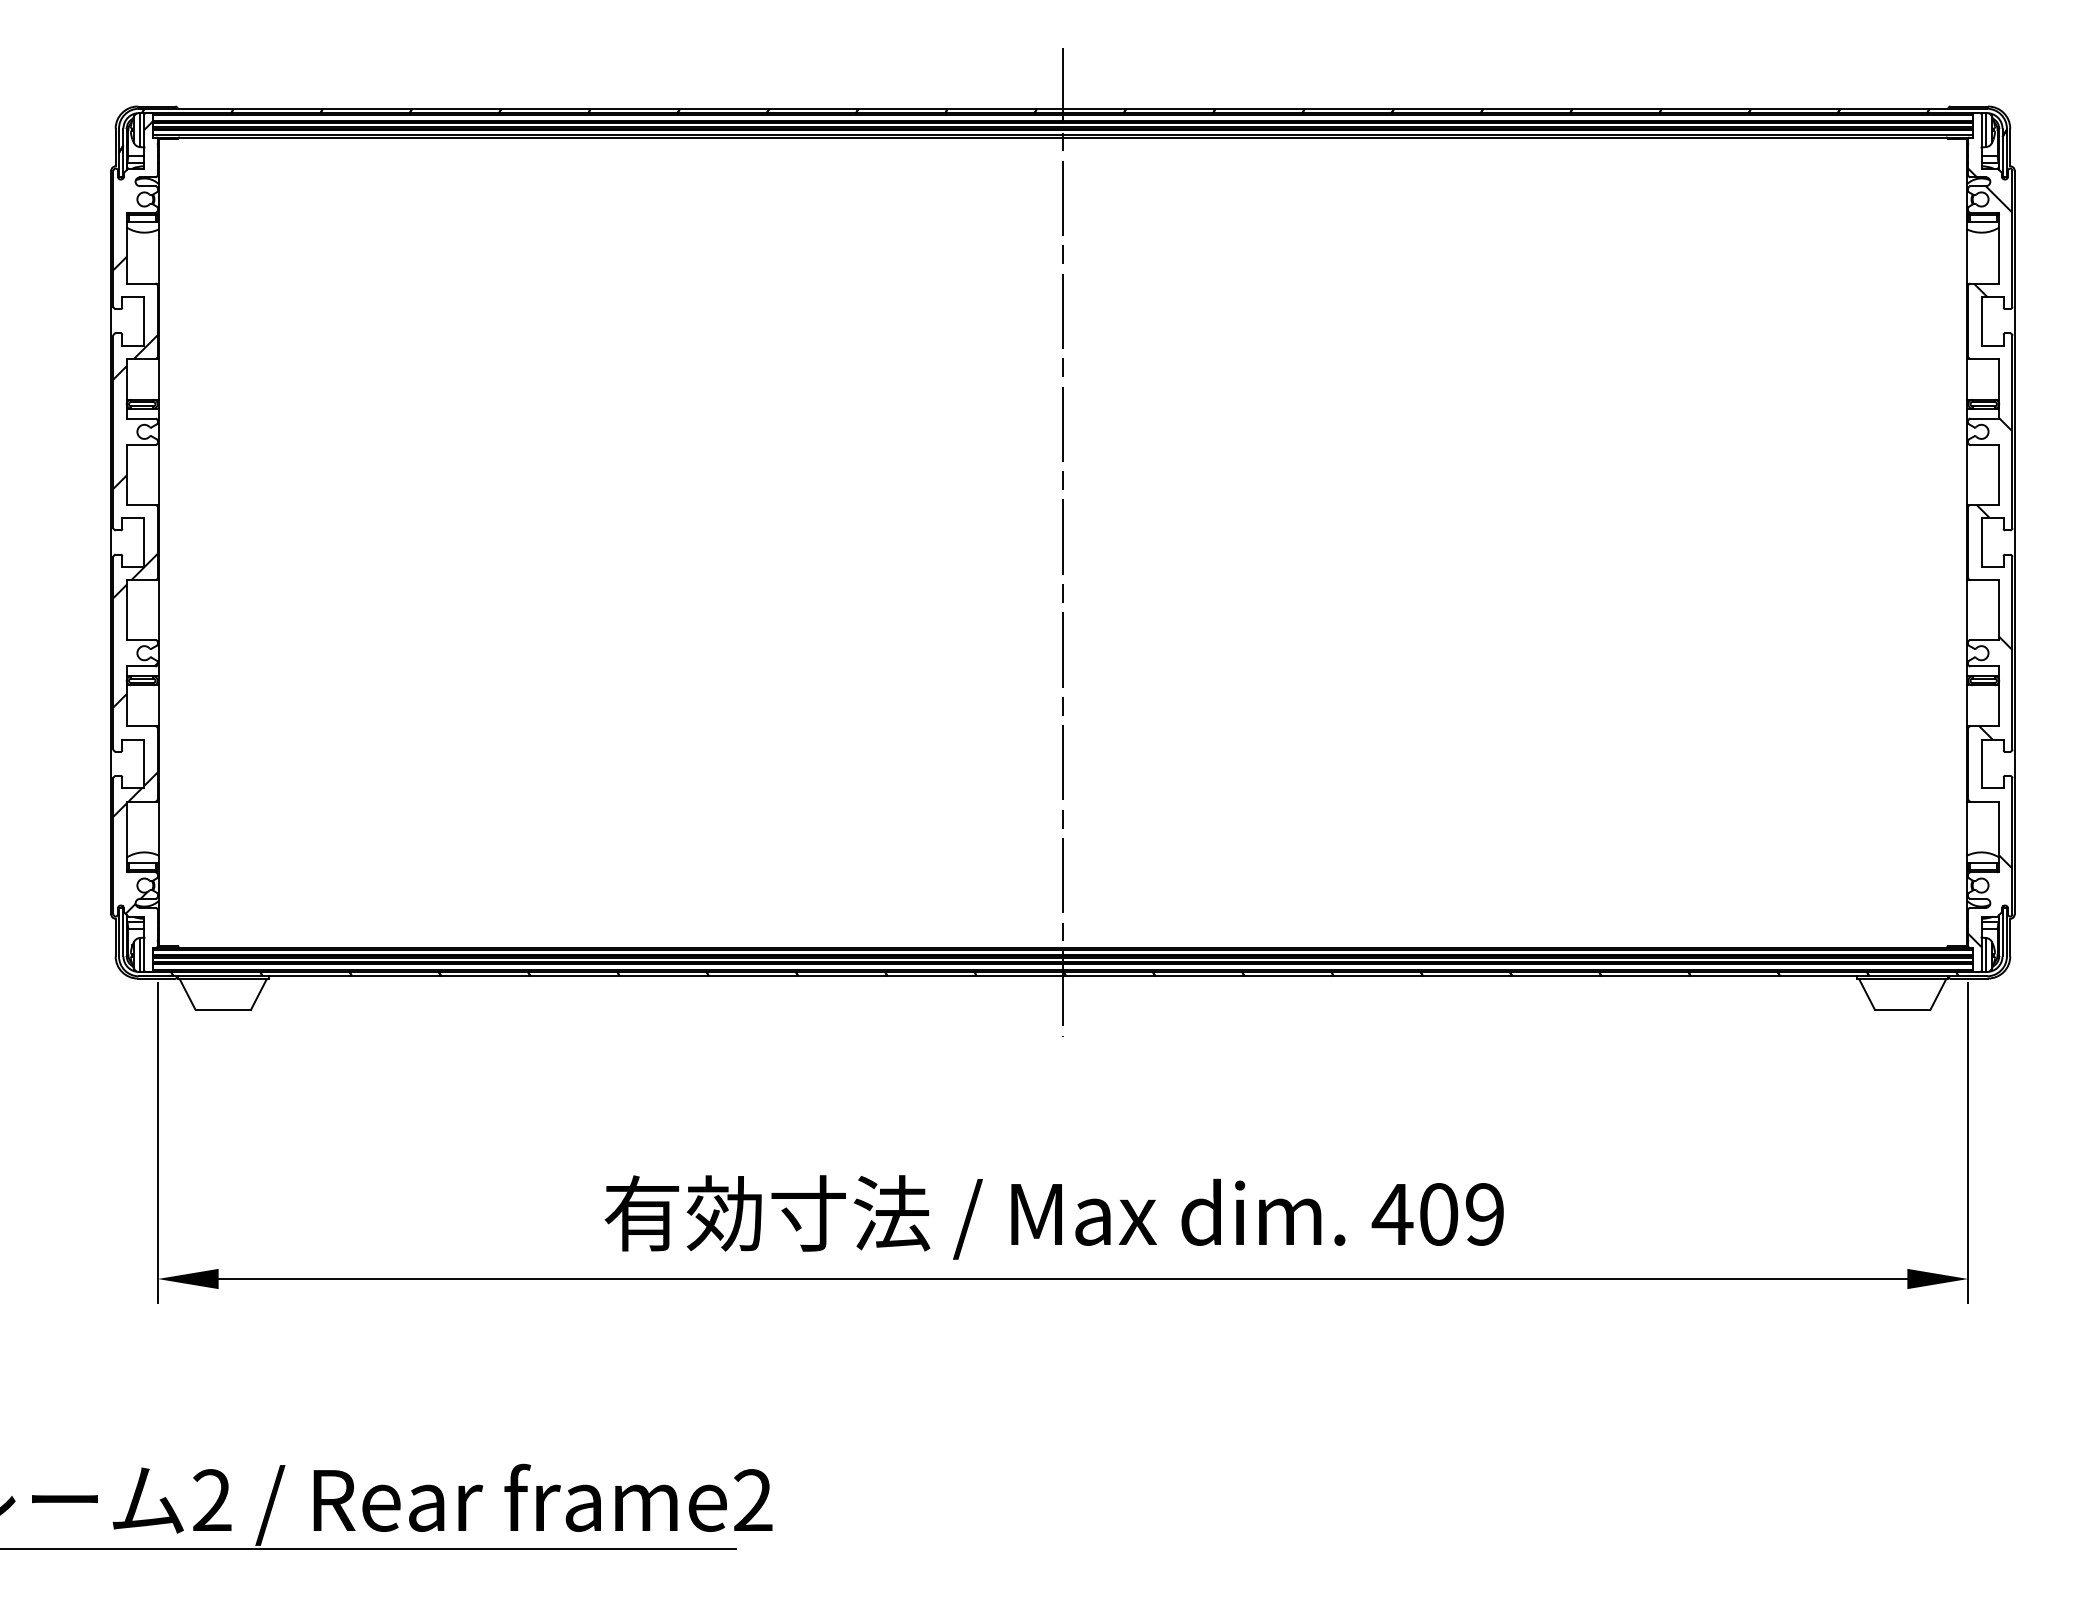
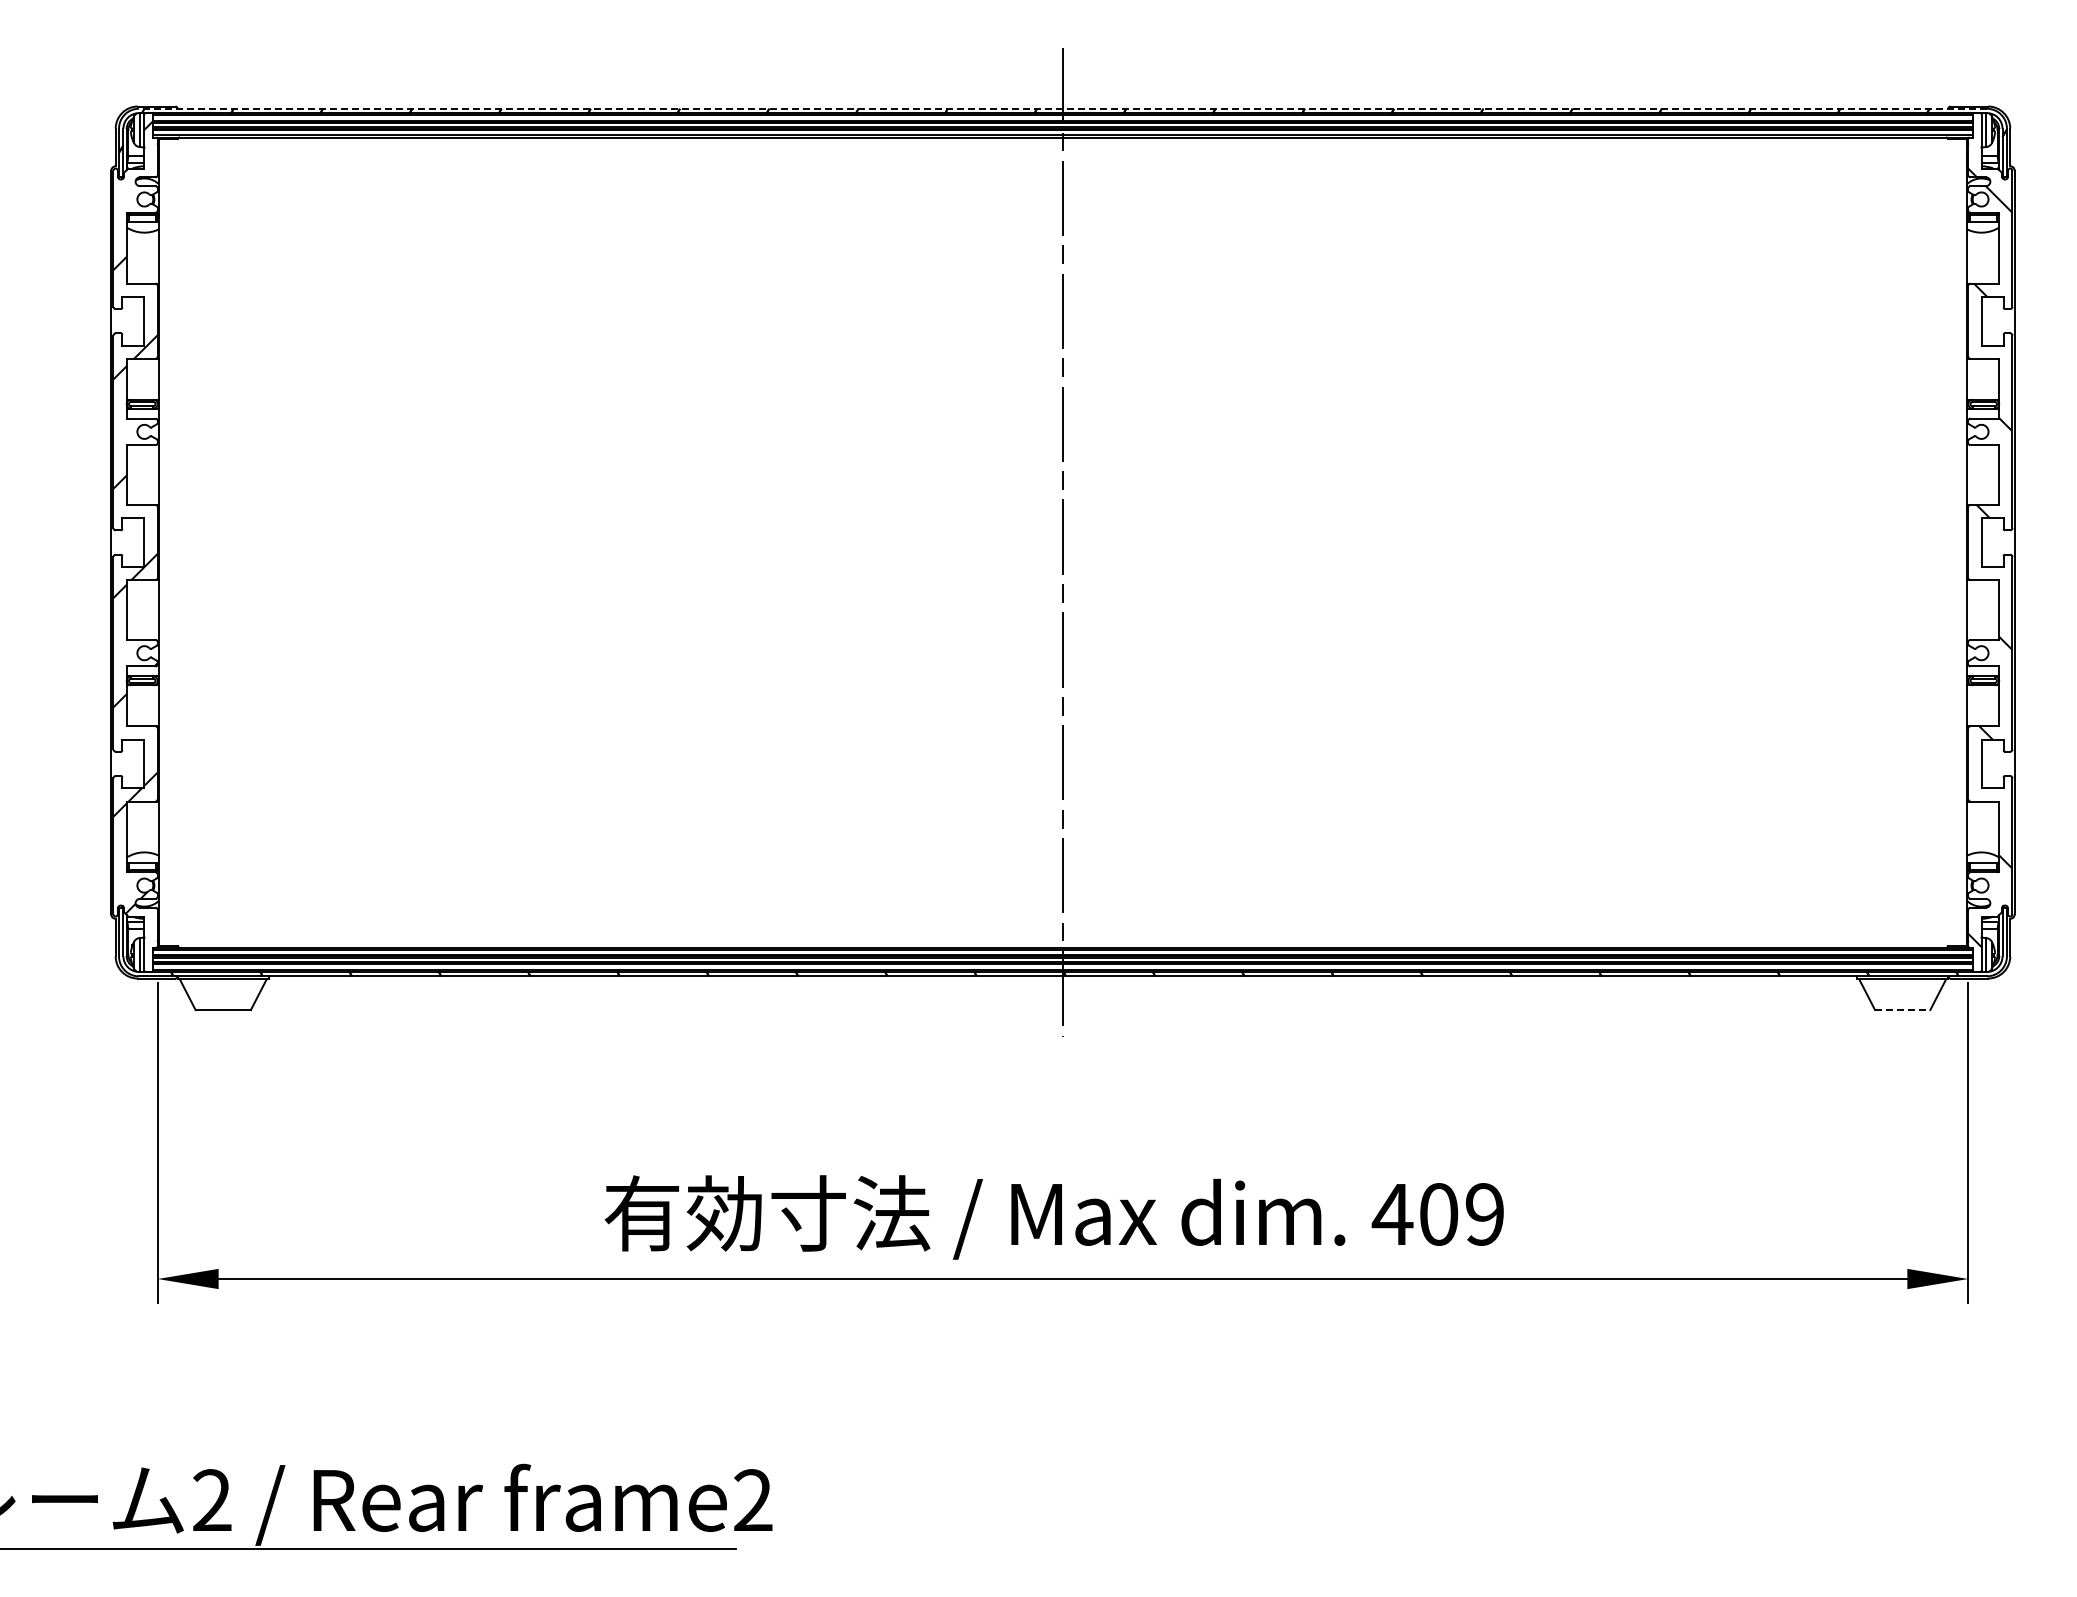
line at (1062, 108): solid -> dashed
line at (1902, 1009): solid -> dashed
